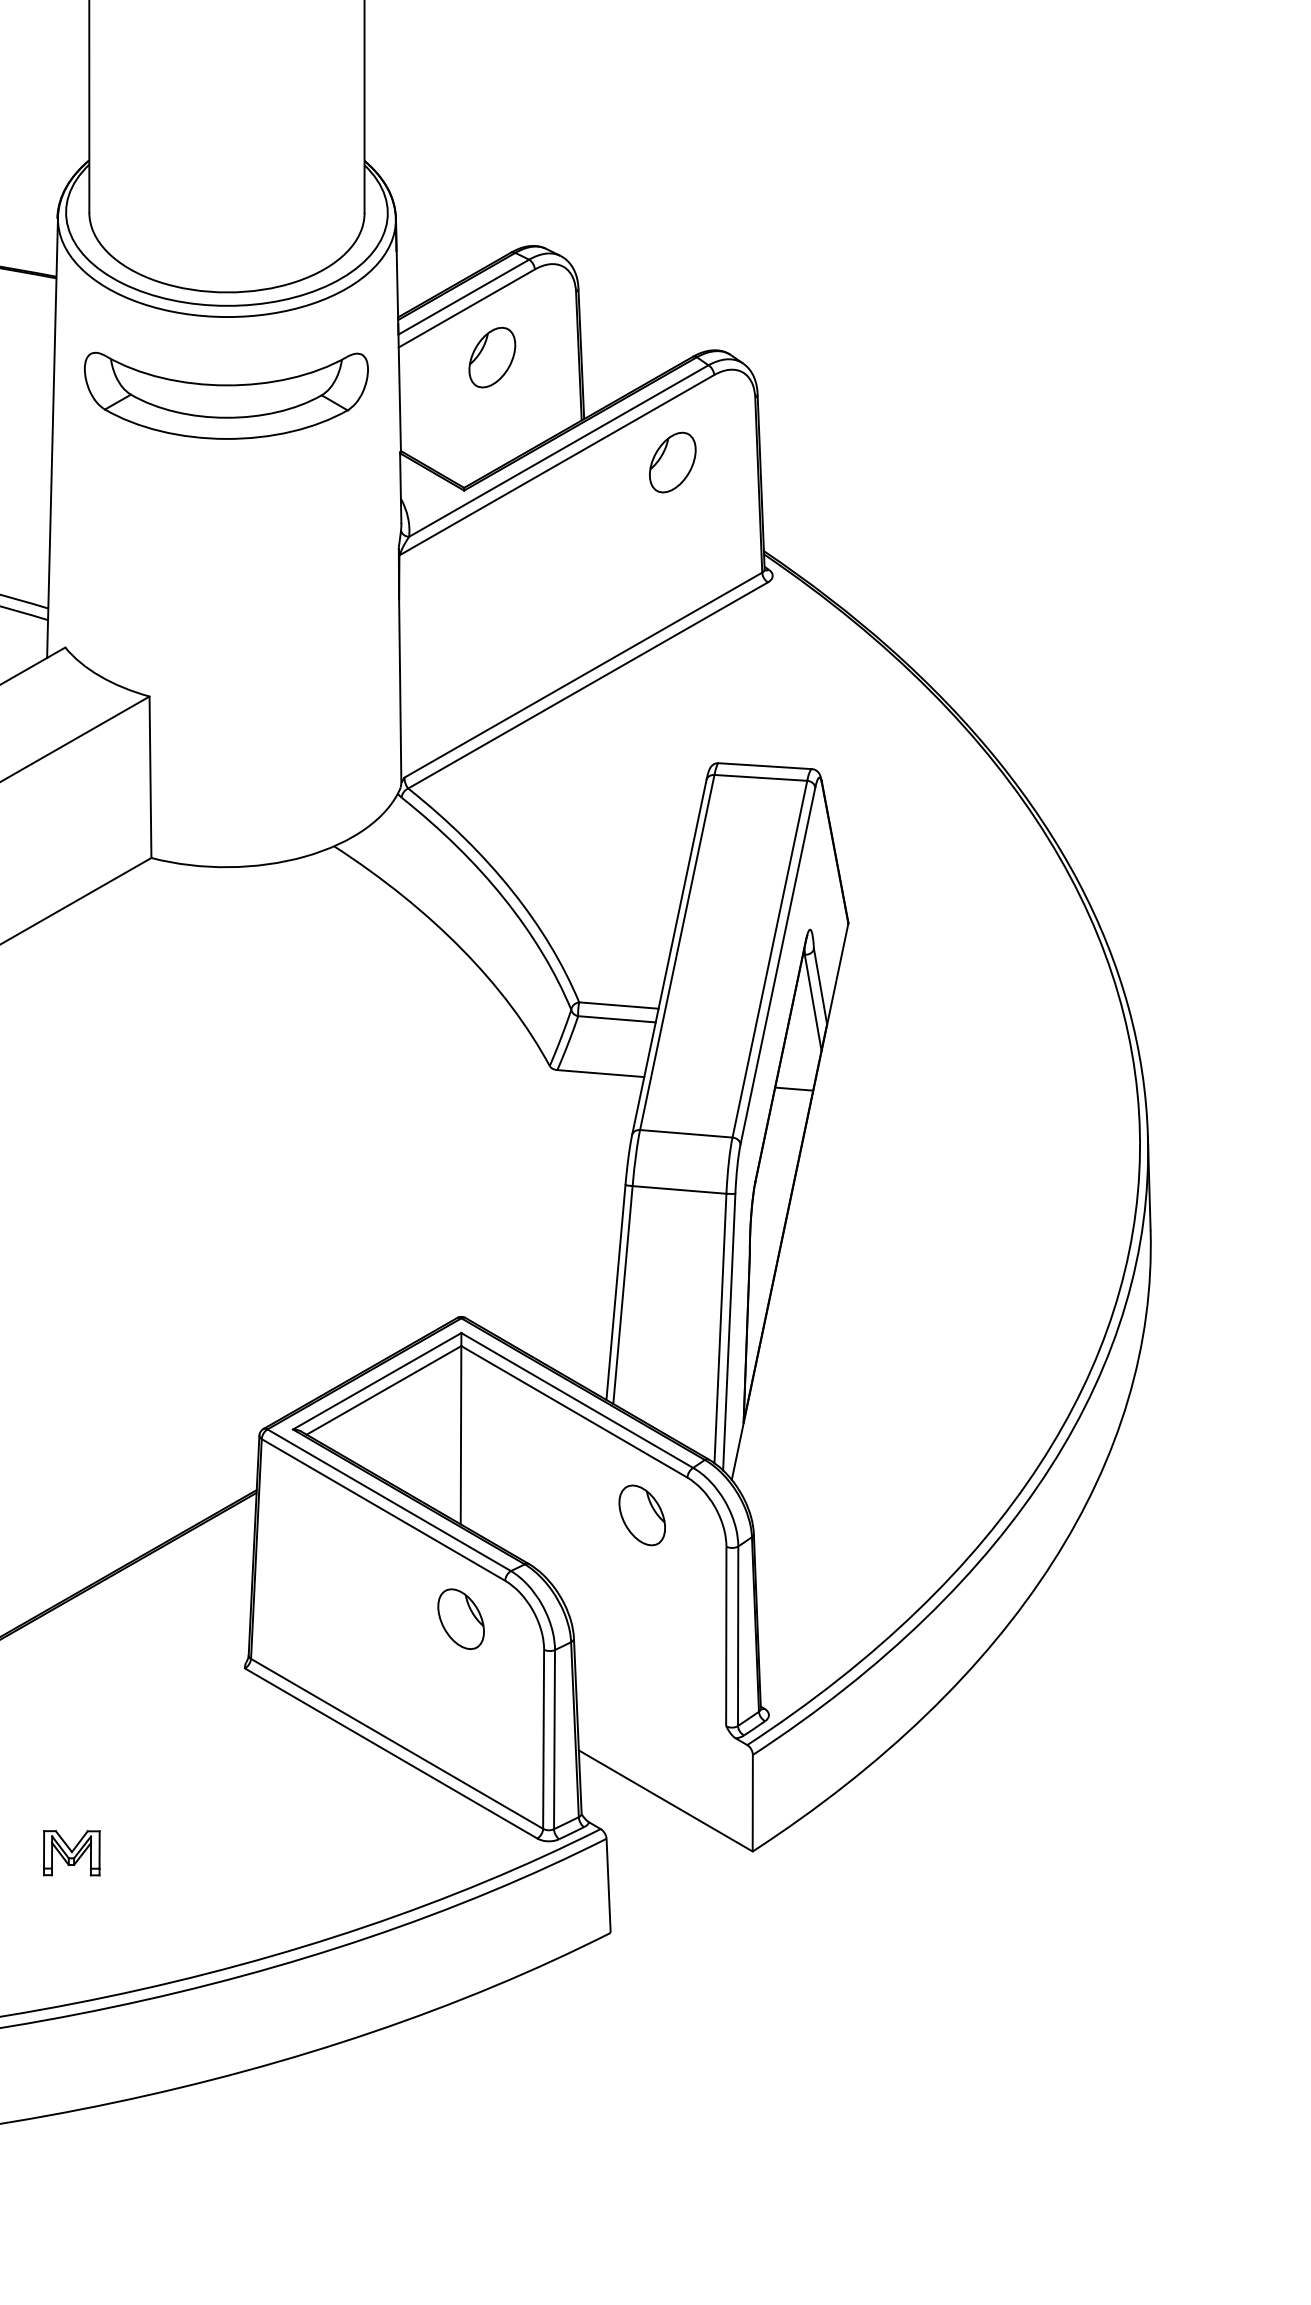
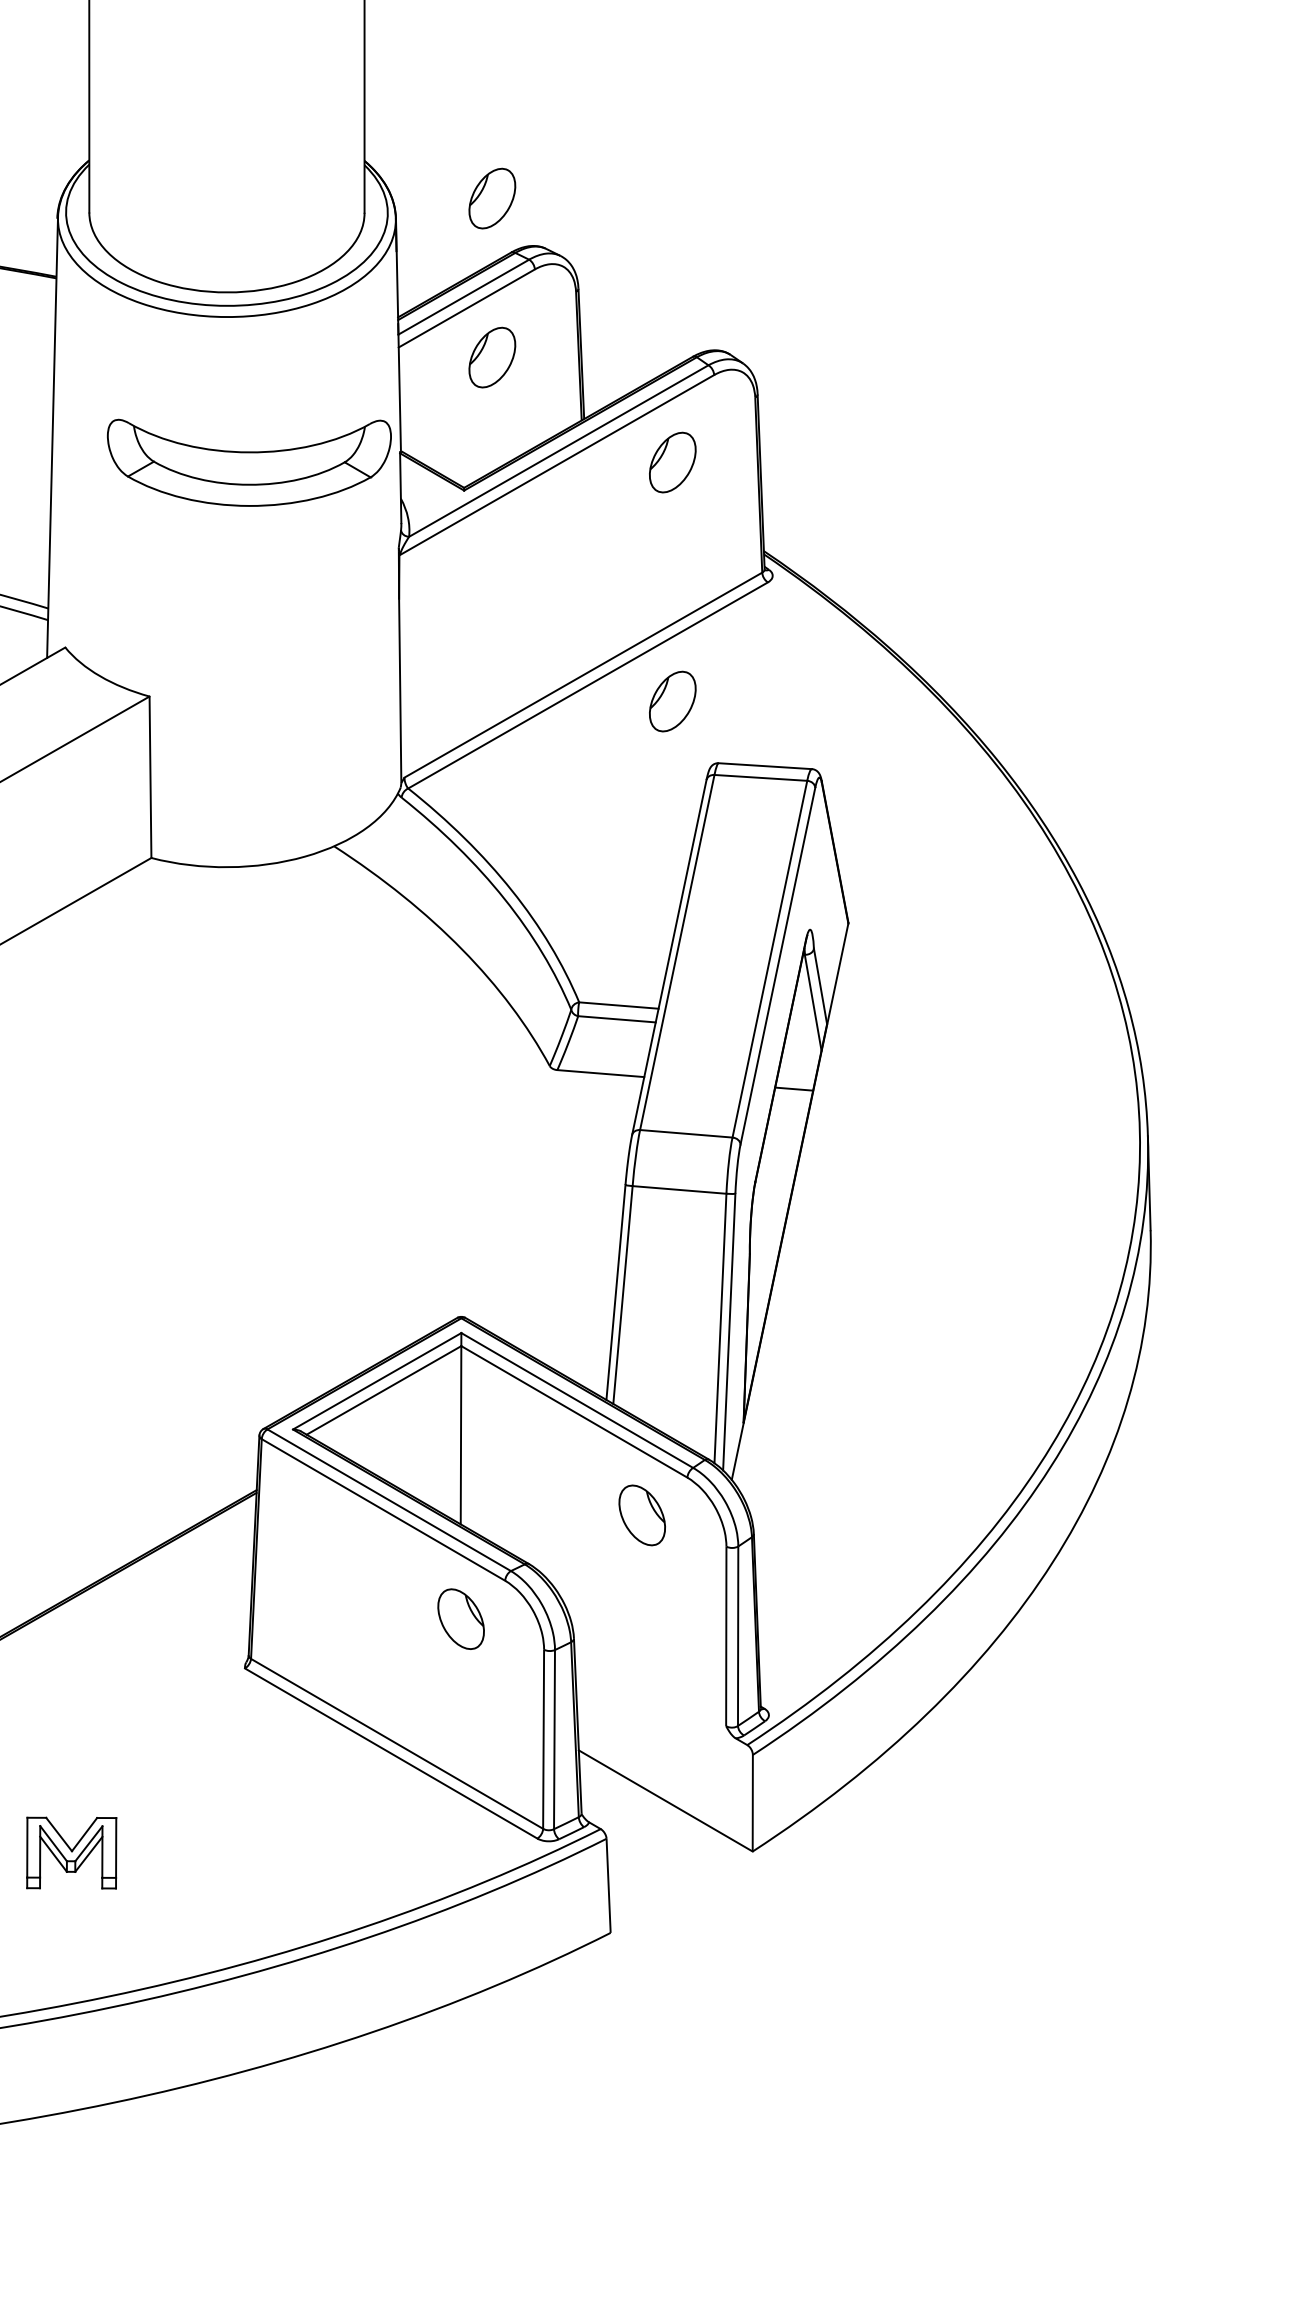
part at (492, 198): none -> present
part at (226, 395) position: (226, 395) -> (249, 462)
part at (672, 701): none -> present
part at (71, 1853) size: 58x47 px -> 92x74 px
